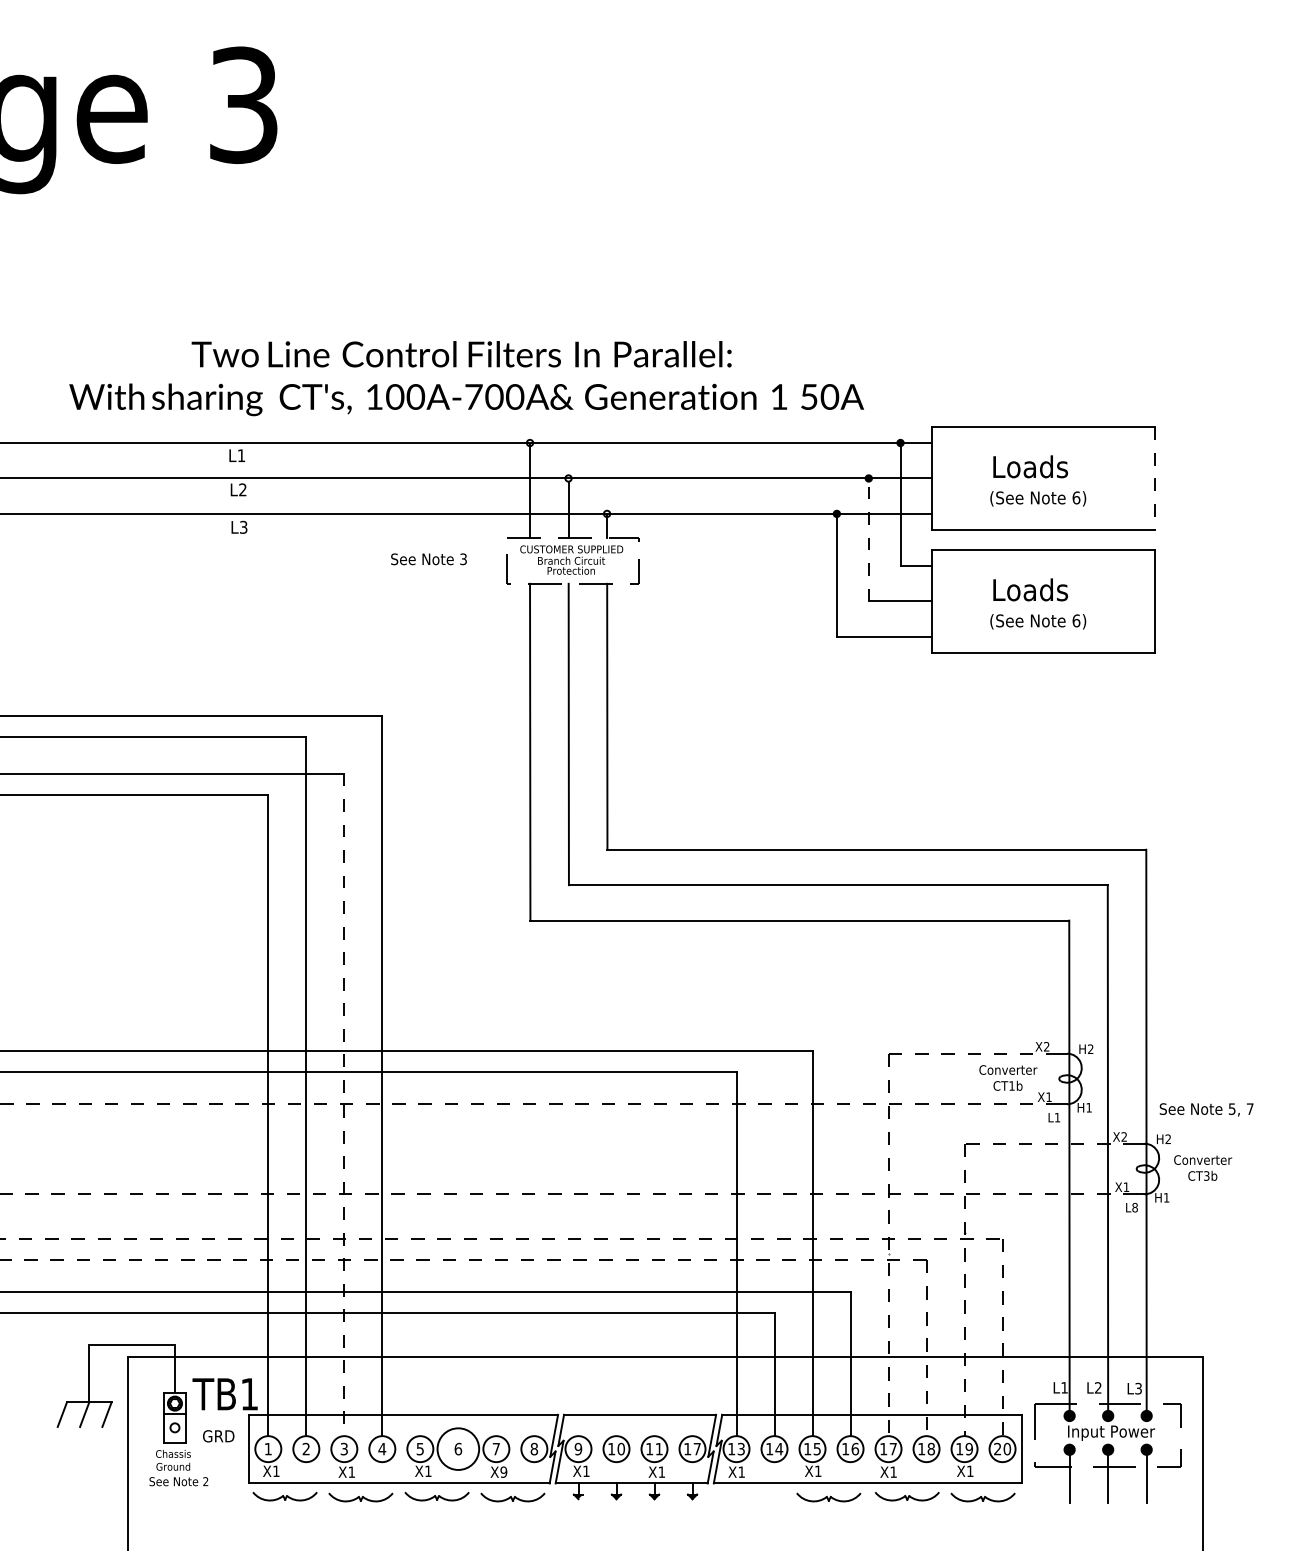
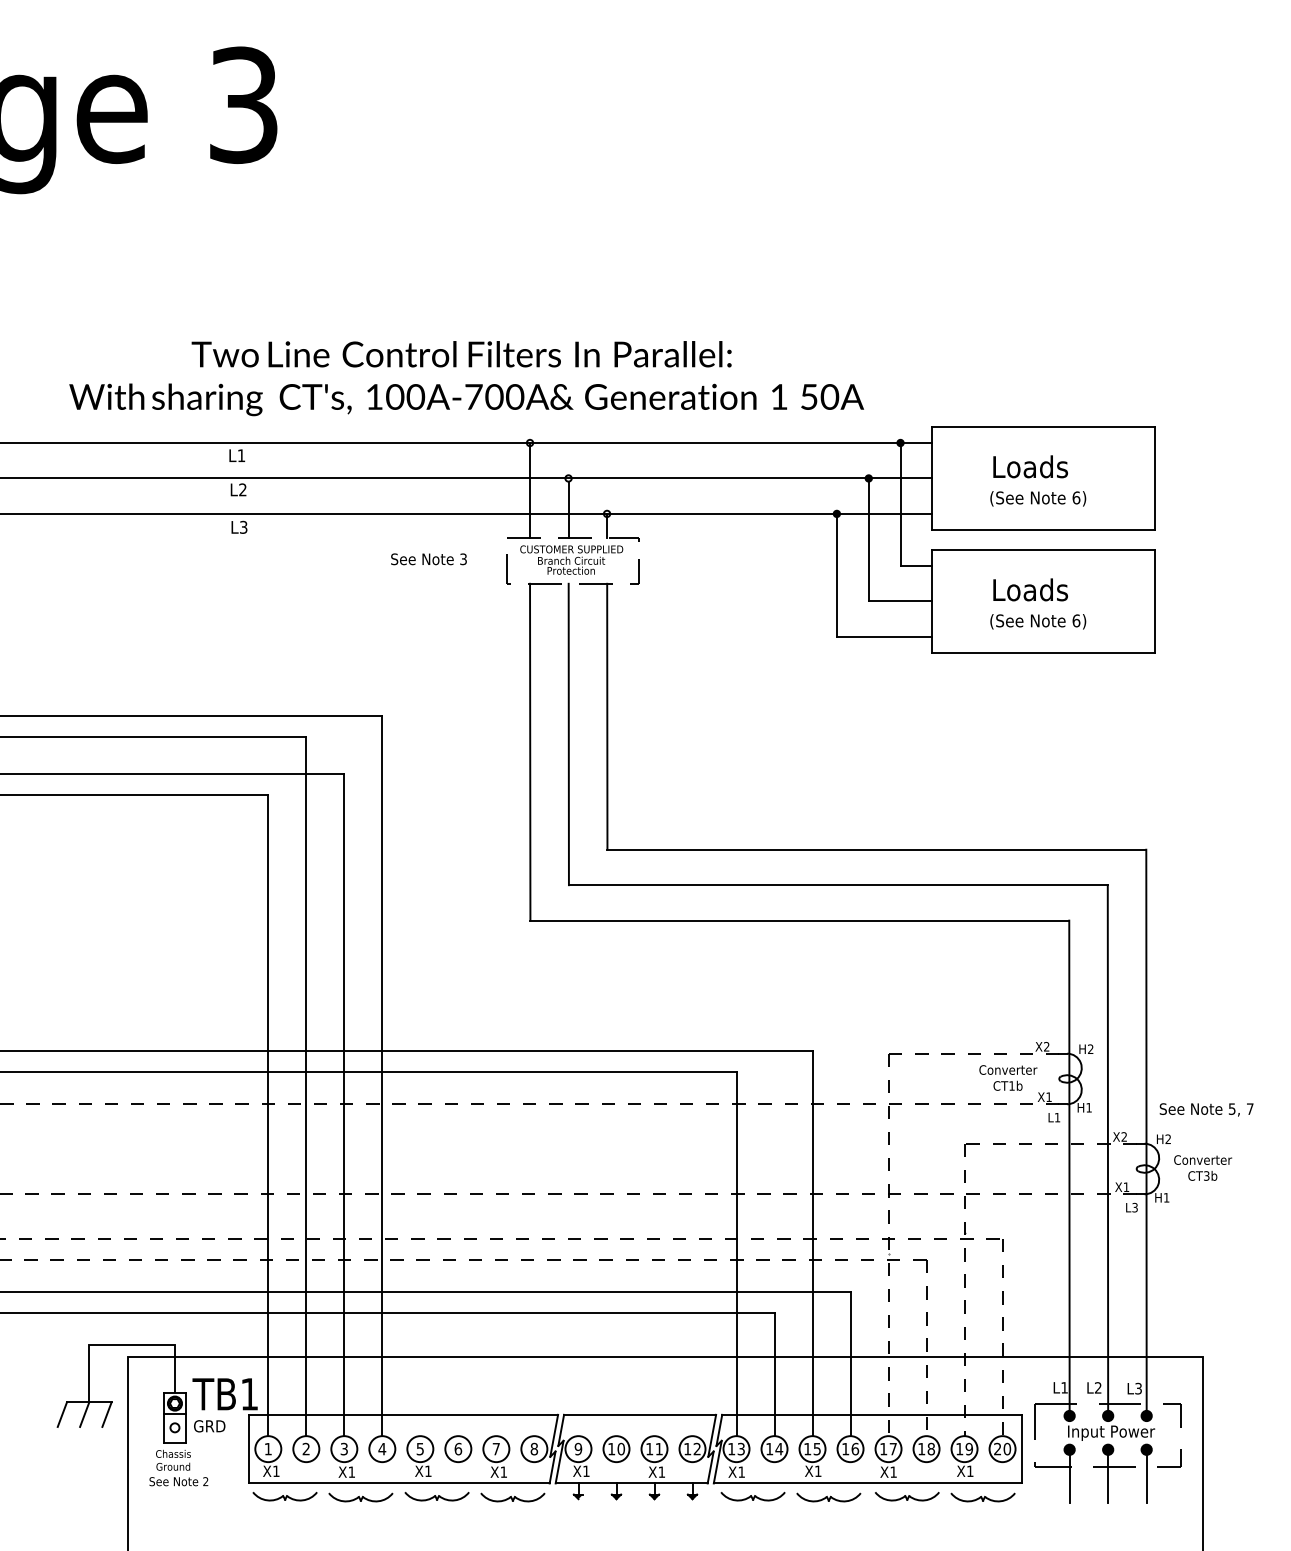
line at (1154, 479): dashed -> solid
line at (868, 539): dashed -> solid
line at (344, 1105): dashed -> solid
text at (1134, 1207): L8 -> L3
text at (218, 1436) position: (218, 1436) -> (209, 1426)
circle at (458, 1448) diameter: 42 px -> 26 px
text at (696, 1448): 17 -> 12
text at (503, 1471): X9 -> X1
part at (752, 1496): none -> present
